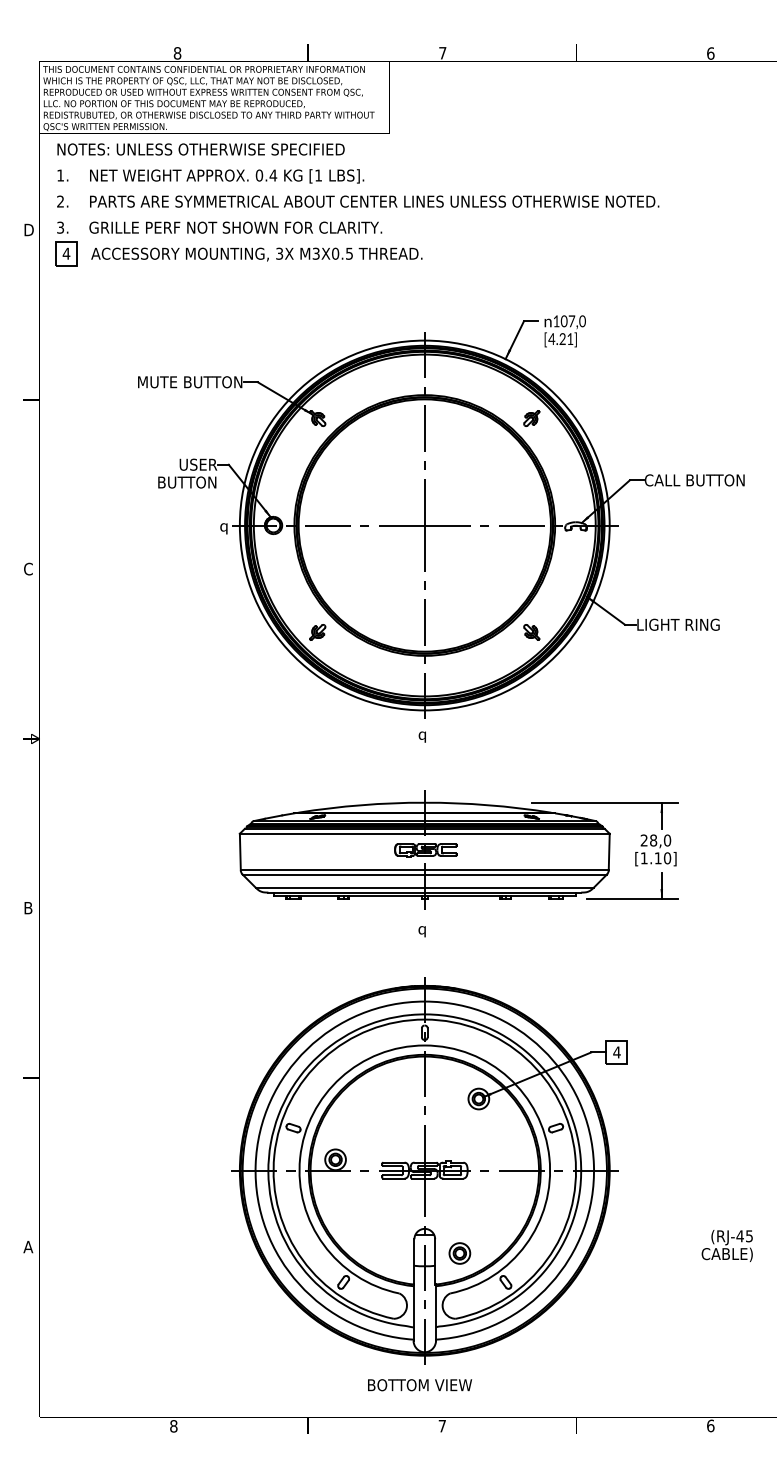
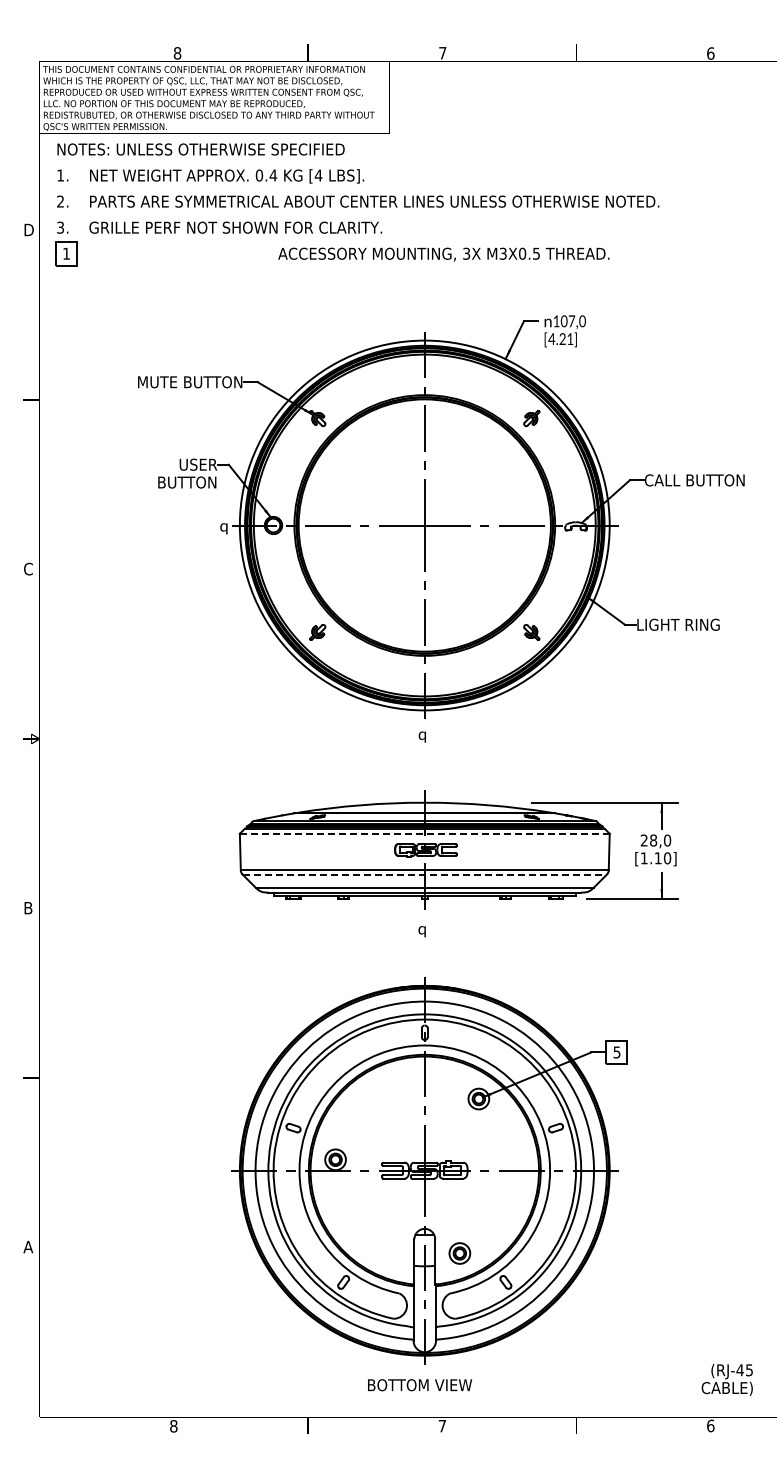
text at (318, 175): [1 -> [4
text at (66, 253): 4 -> 1
text at (256, 254) position: (256, 254) -> (443, 254)
line at (424, 833): solid -> dashed
line at (425, 874): solid -> dashed
text at (616, 1052): 4 -> 5
text at (726, 1245) position: (726, 1245) -> (726, 1379)
